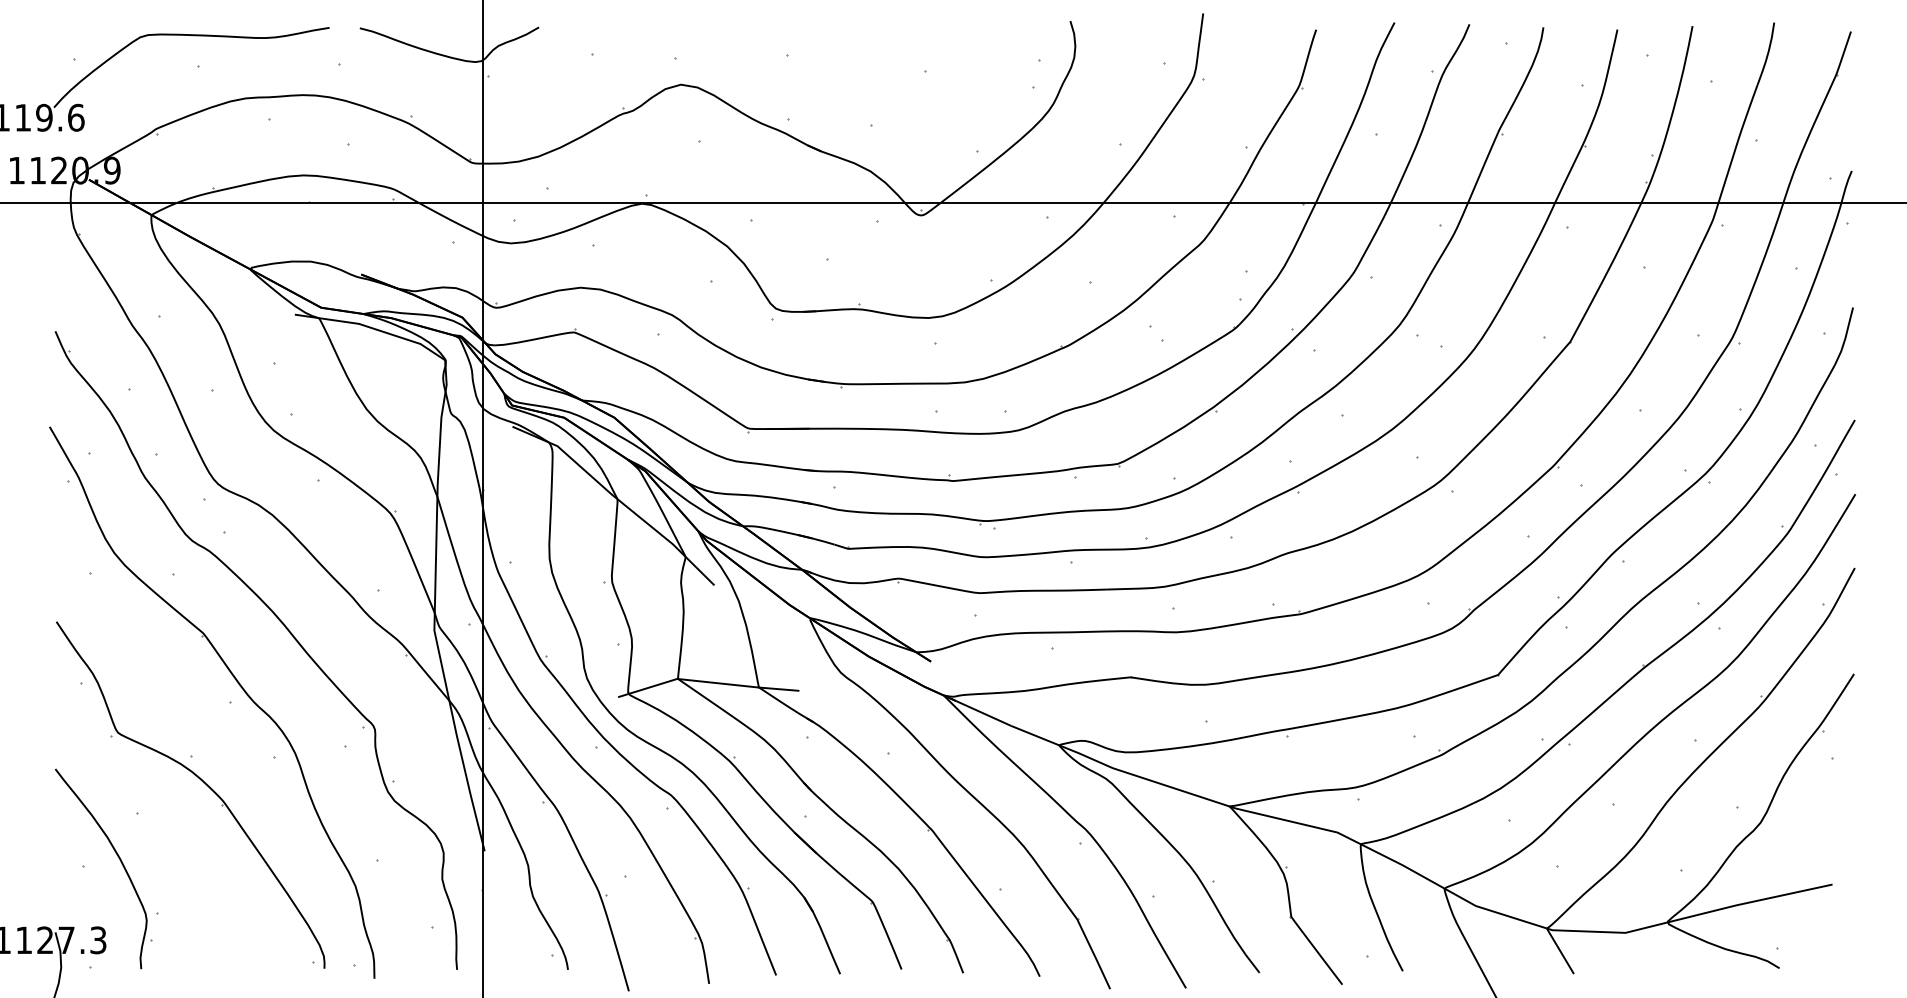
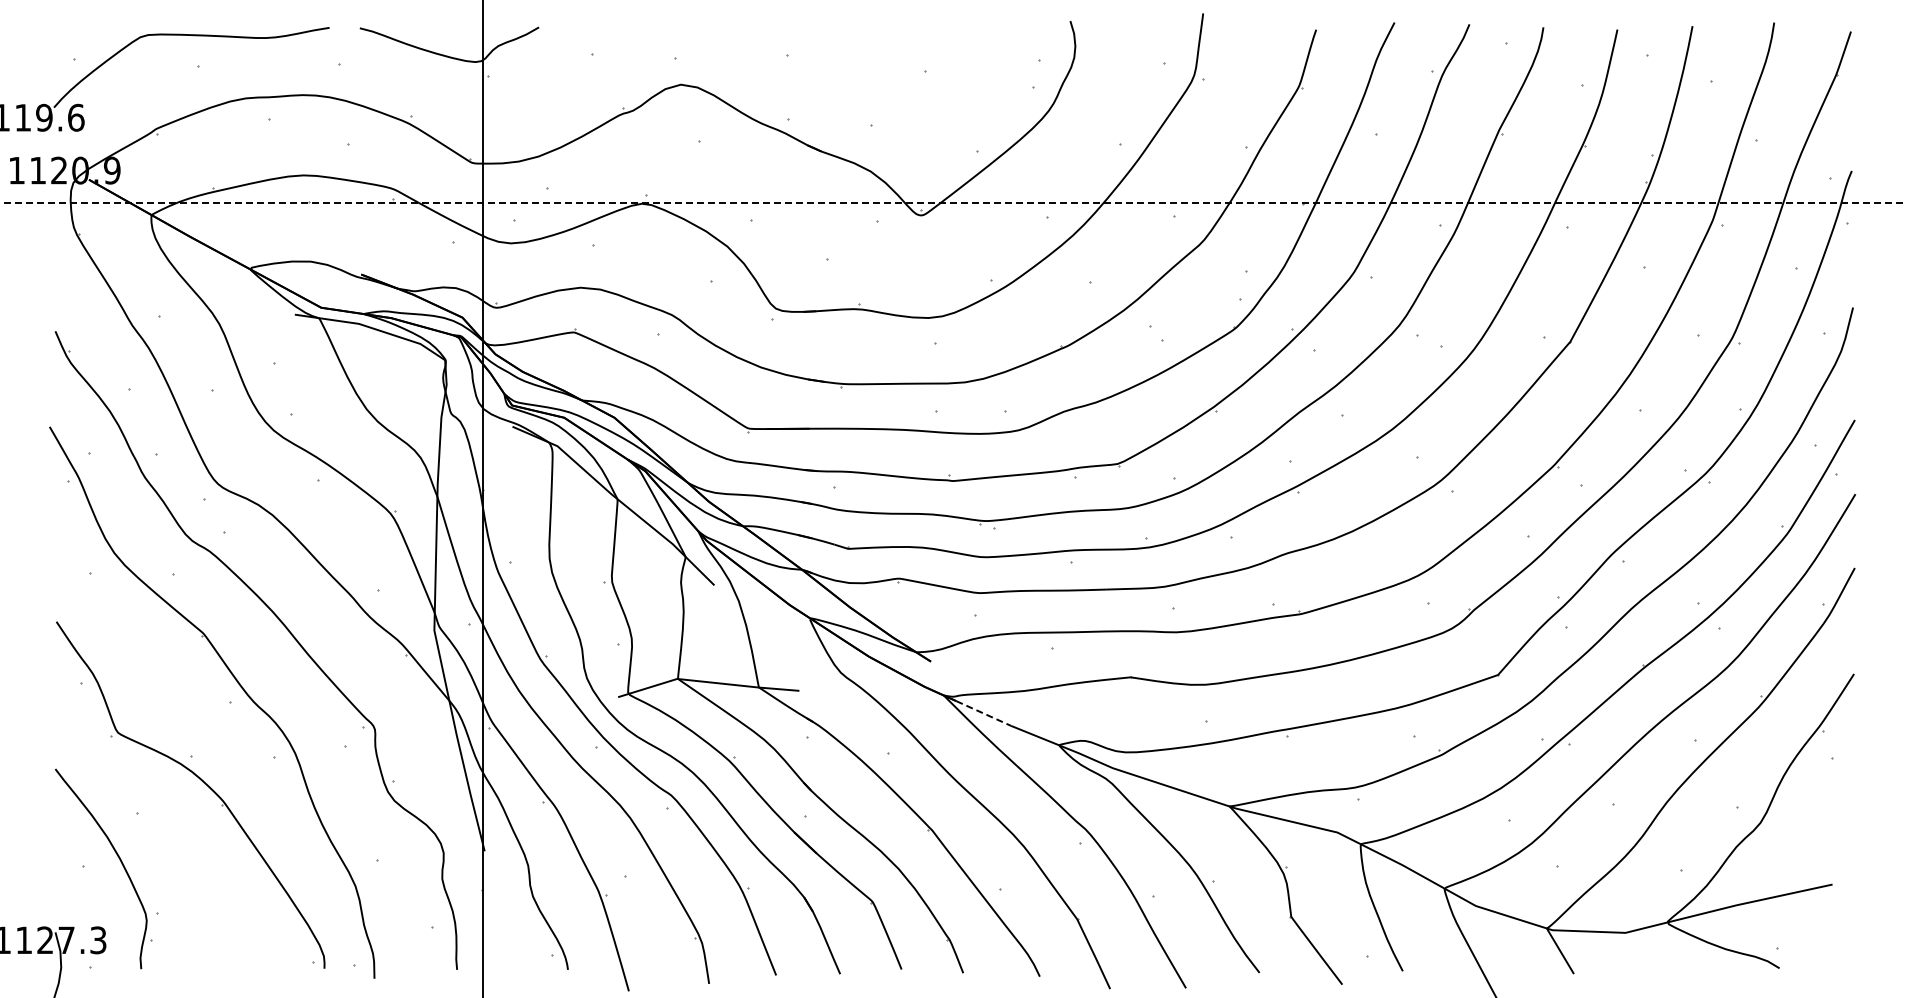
line at (952, 202): solid -> dashed
line at (984, 713): solid -> dashed
